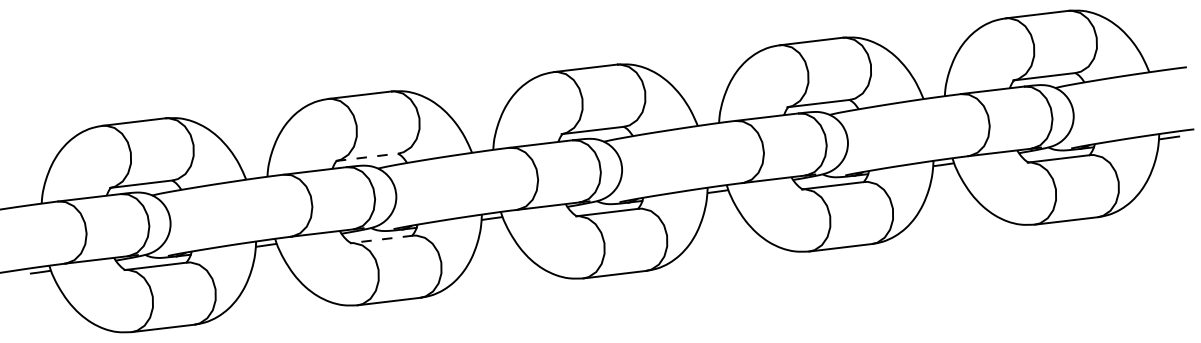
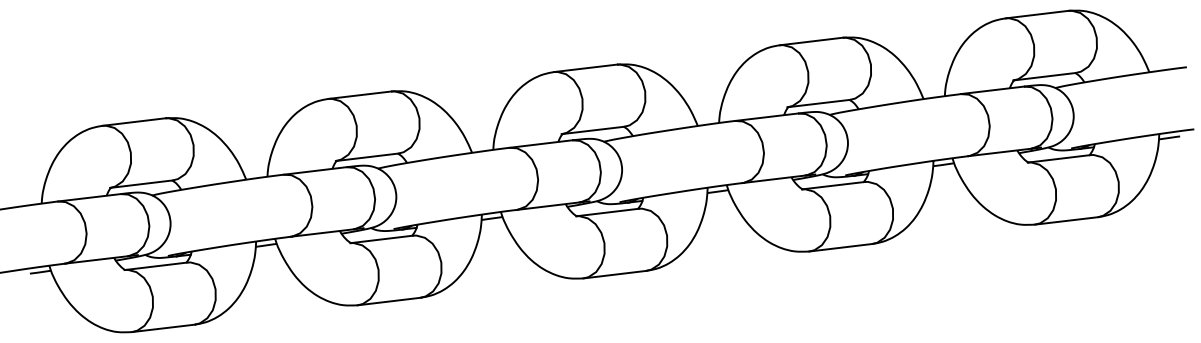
line at (367, 157): dashed -> solid
line at (381, 239): dashed -> solid
